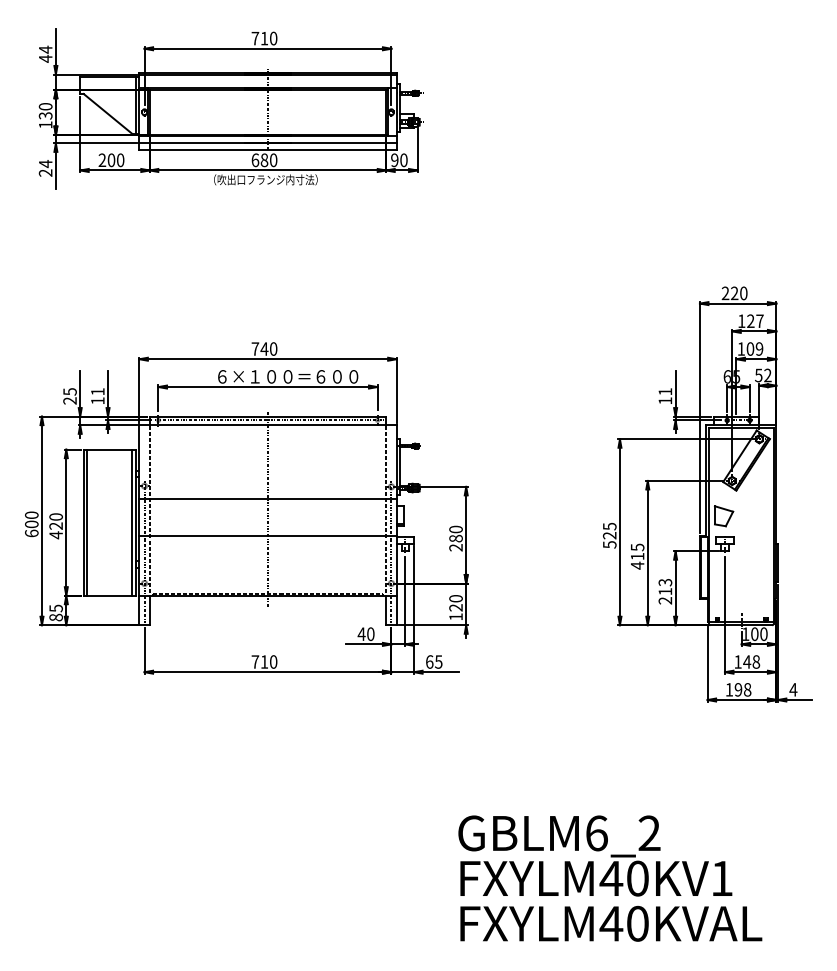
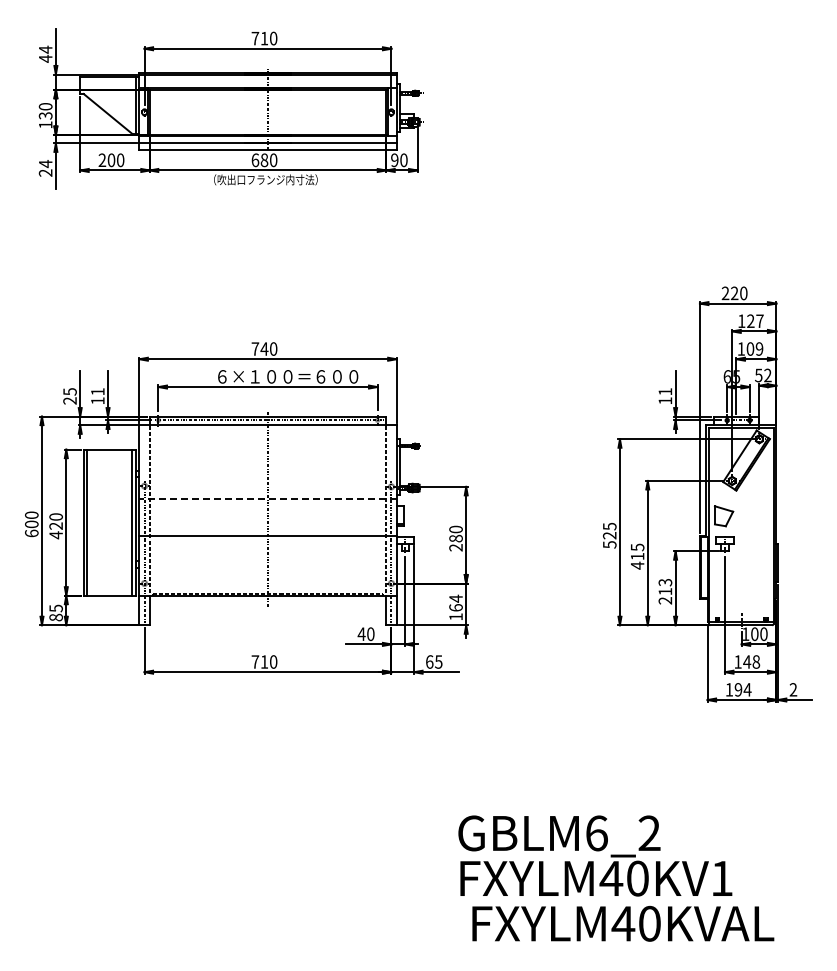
line at (268, 499): solid -> dashed
text at (455, 602): 120 -> 164
text at (747, 689): 198 -> 194
text at (793, 689): 4 -> 2
text at (611, 923) position: (611, 923) -> (623, 923)
